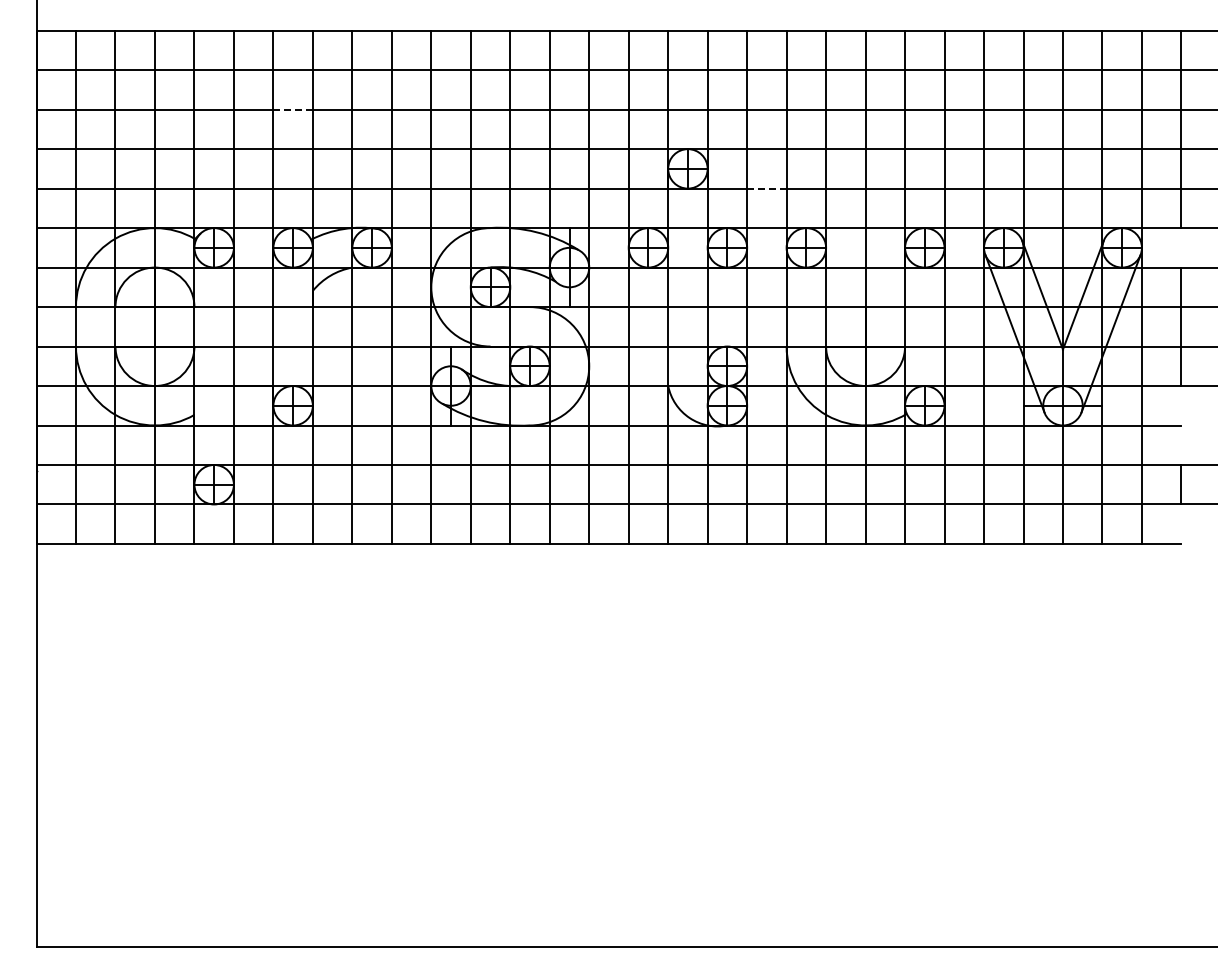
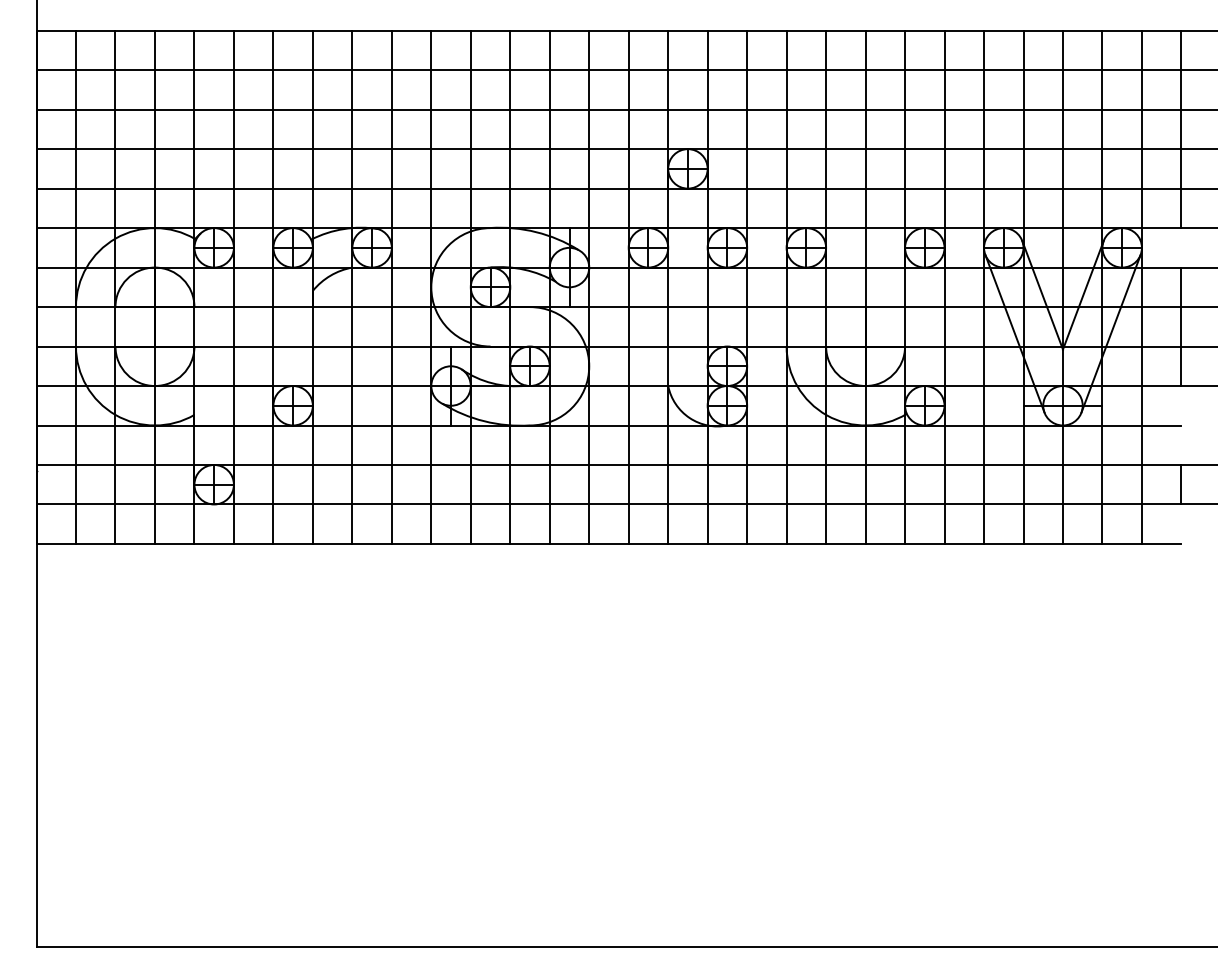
line at (293, 109): dashed -> solid
line at (766, 188): dashed -> solid
